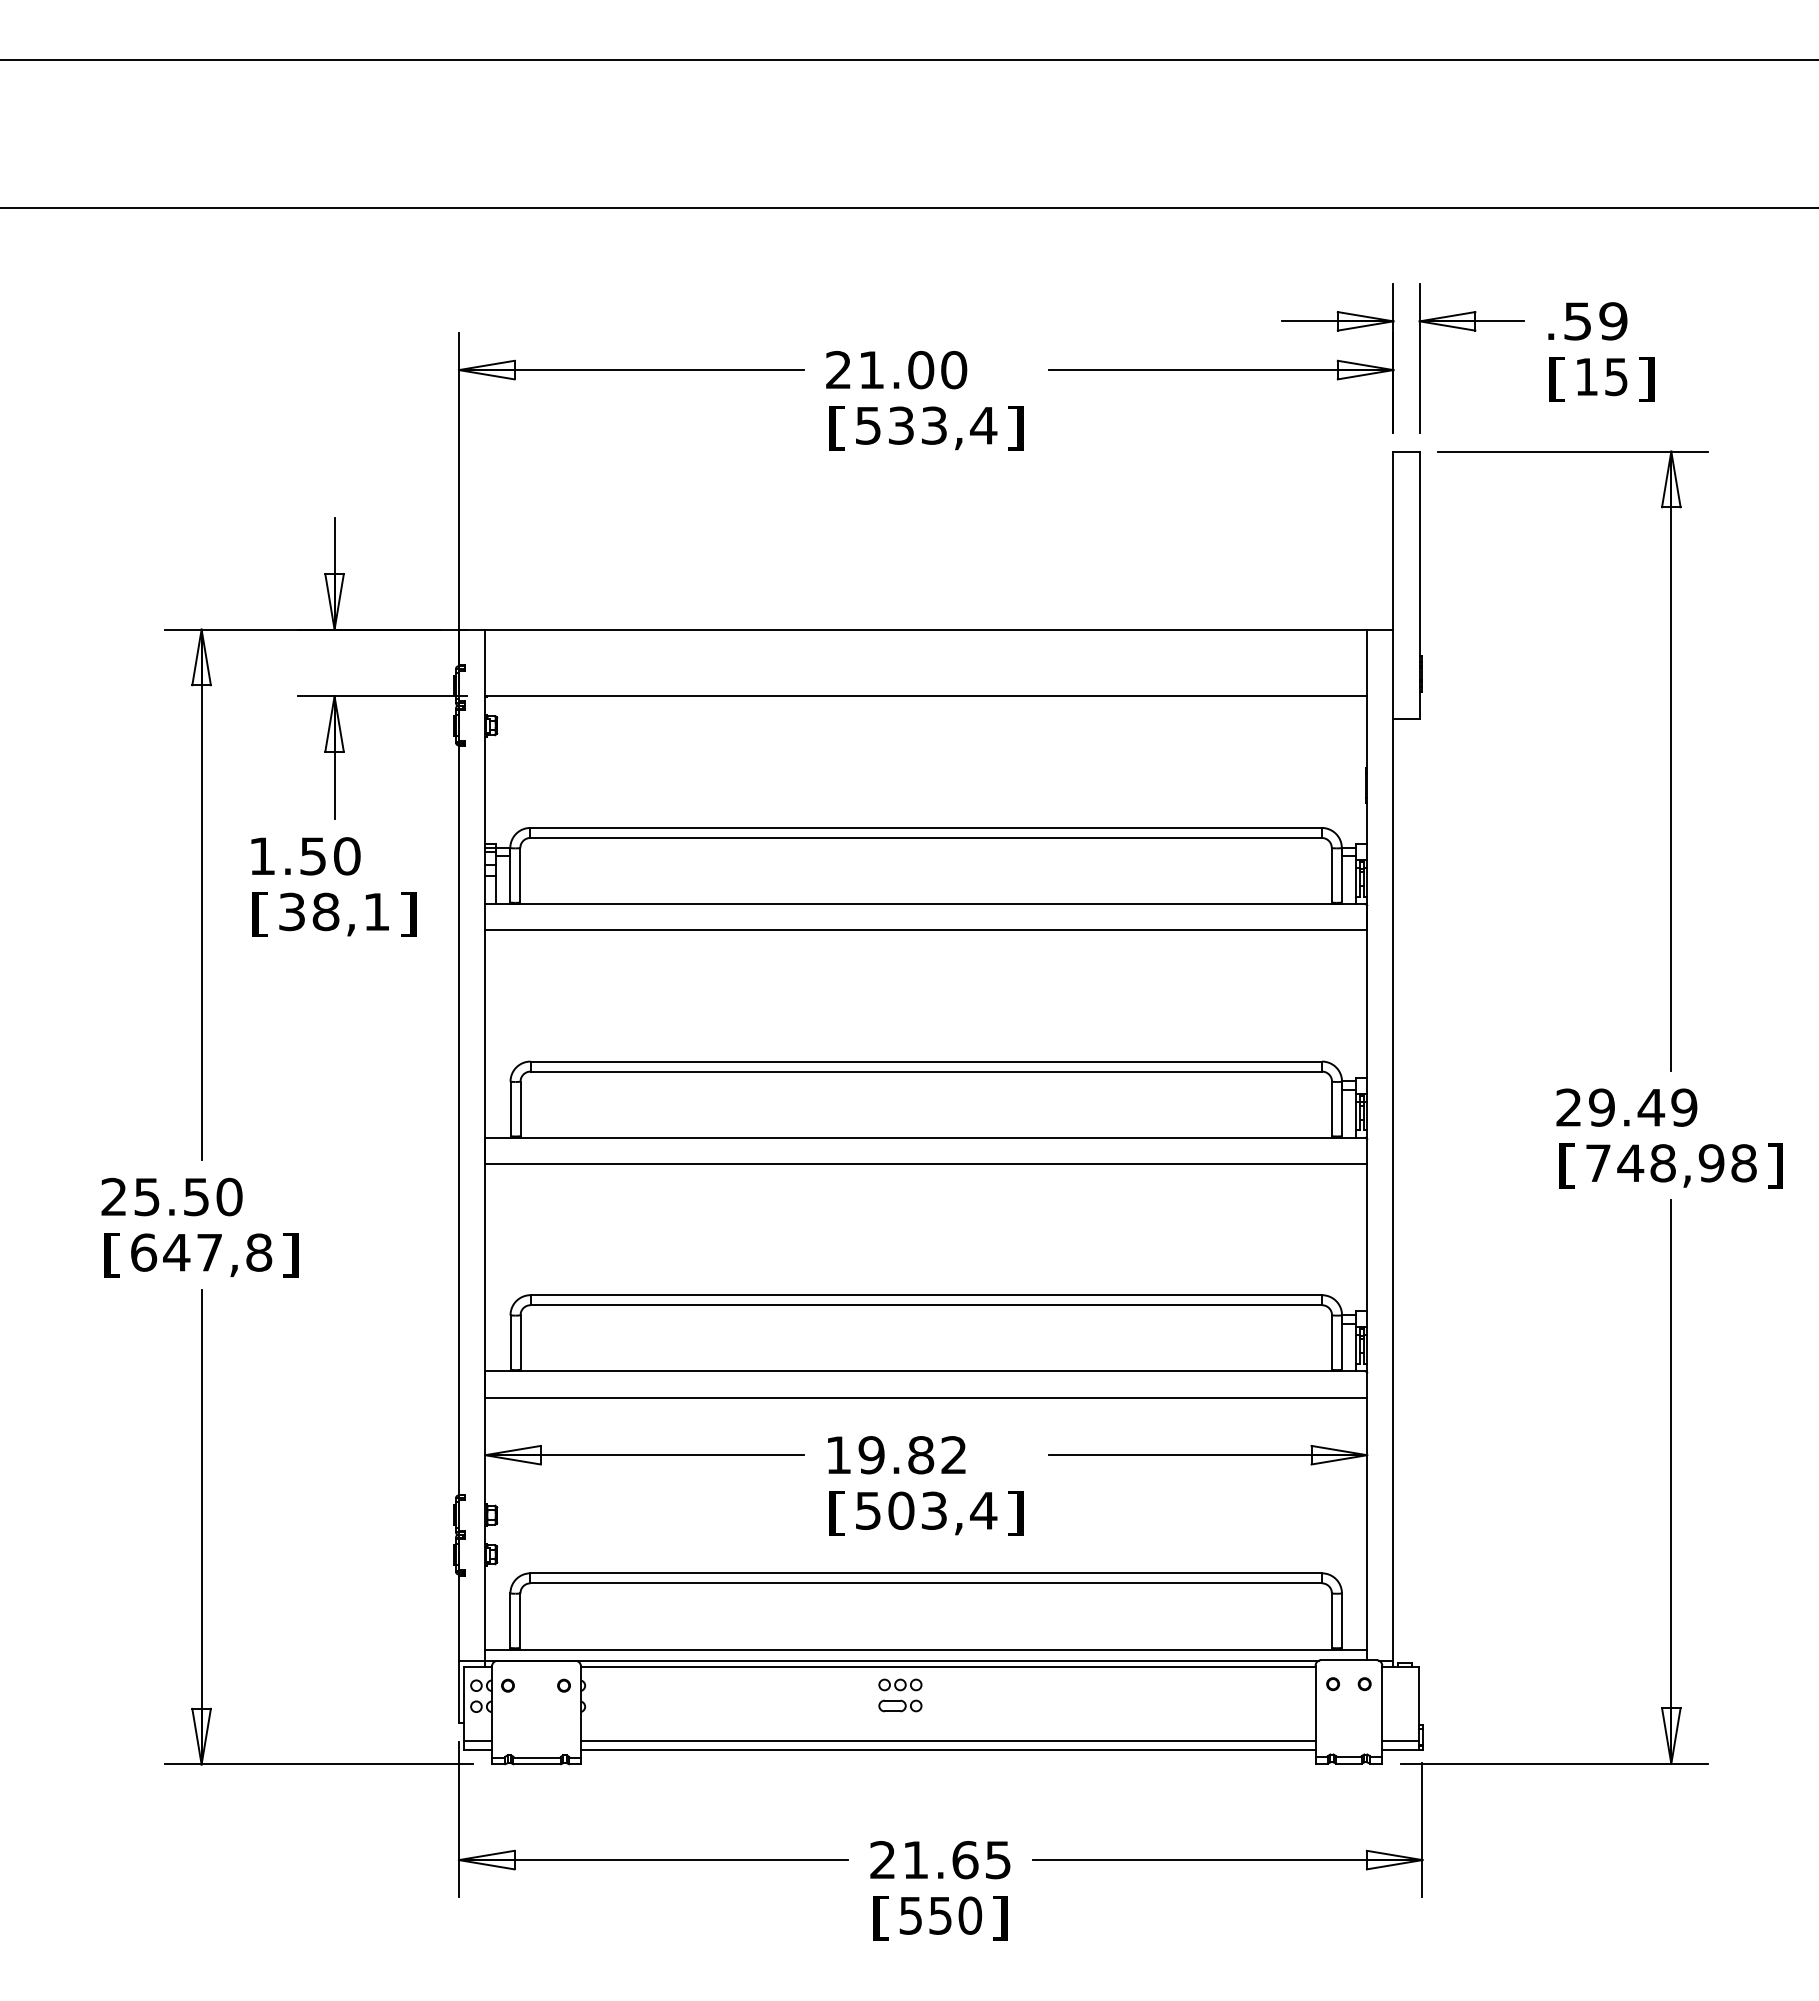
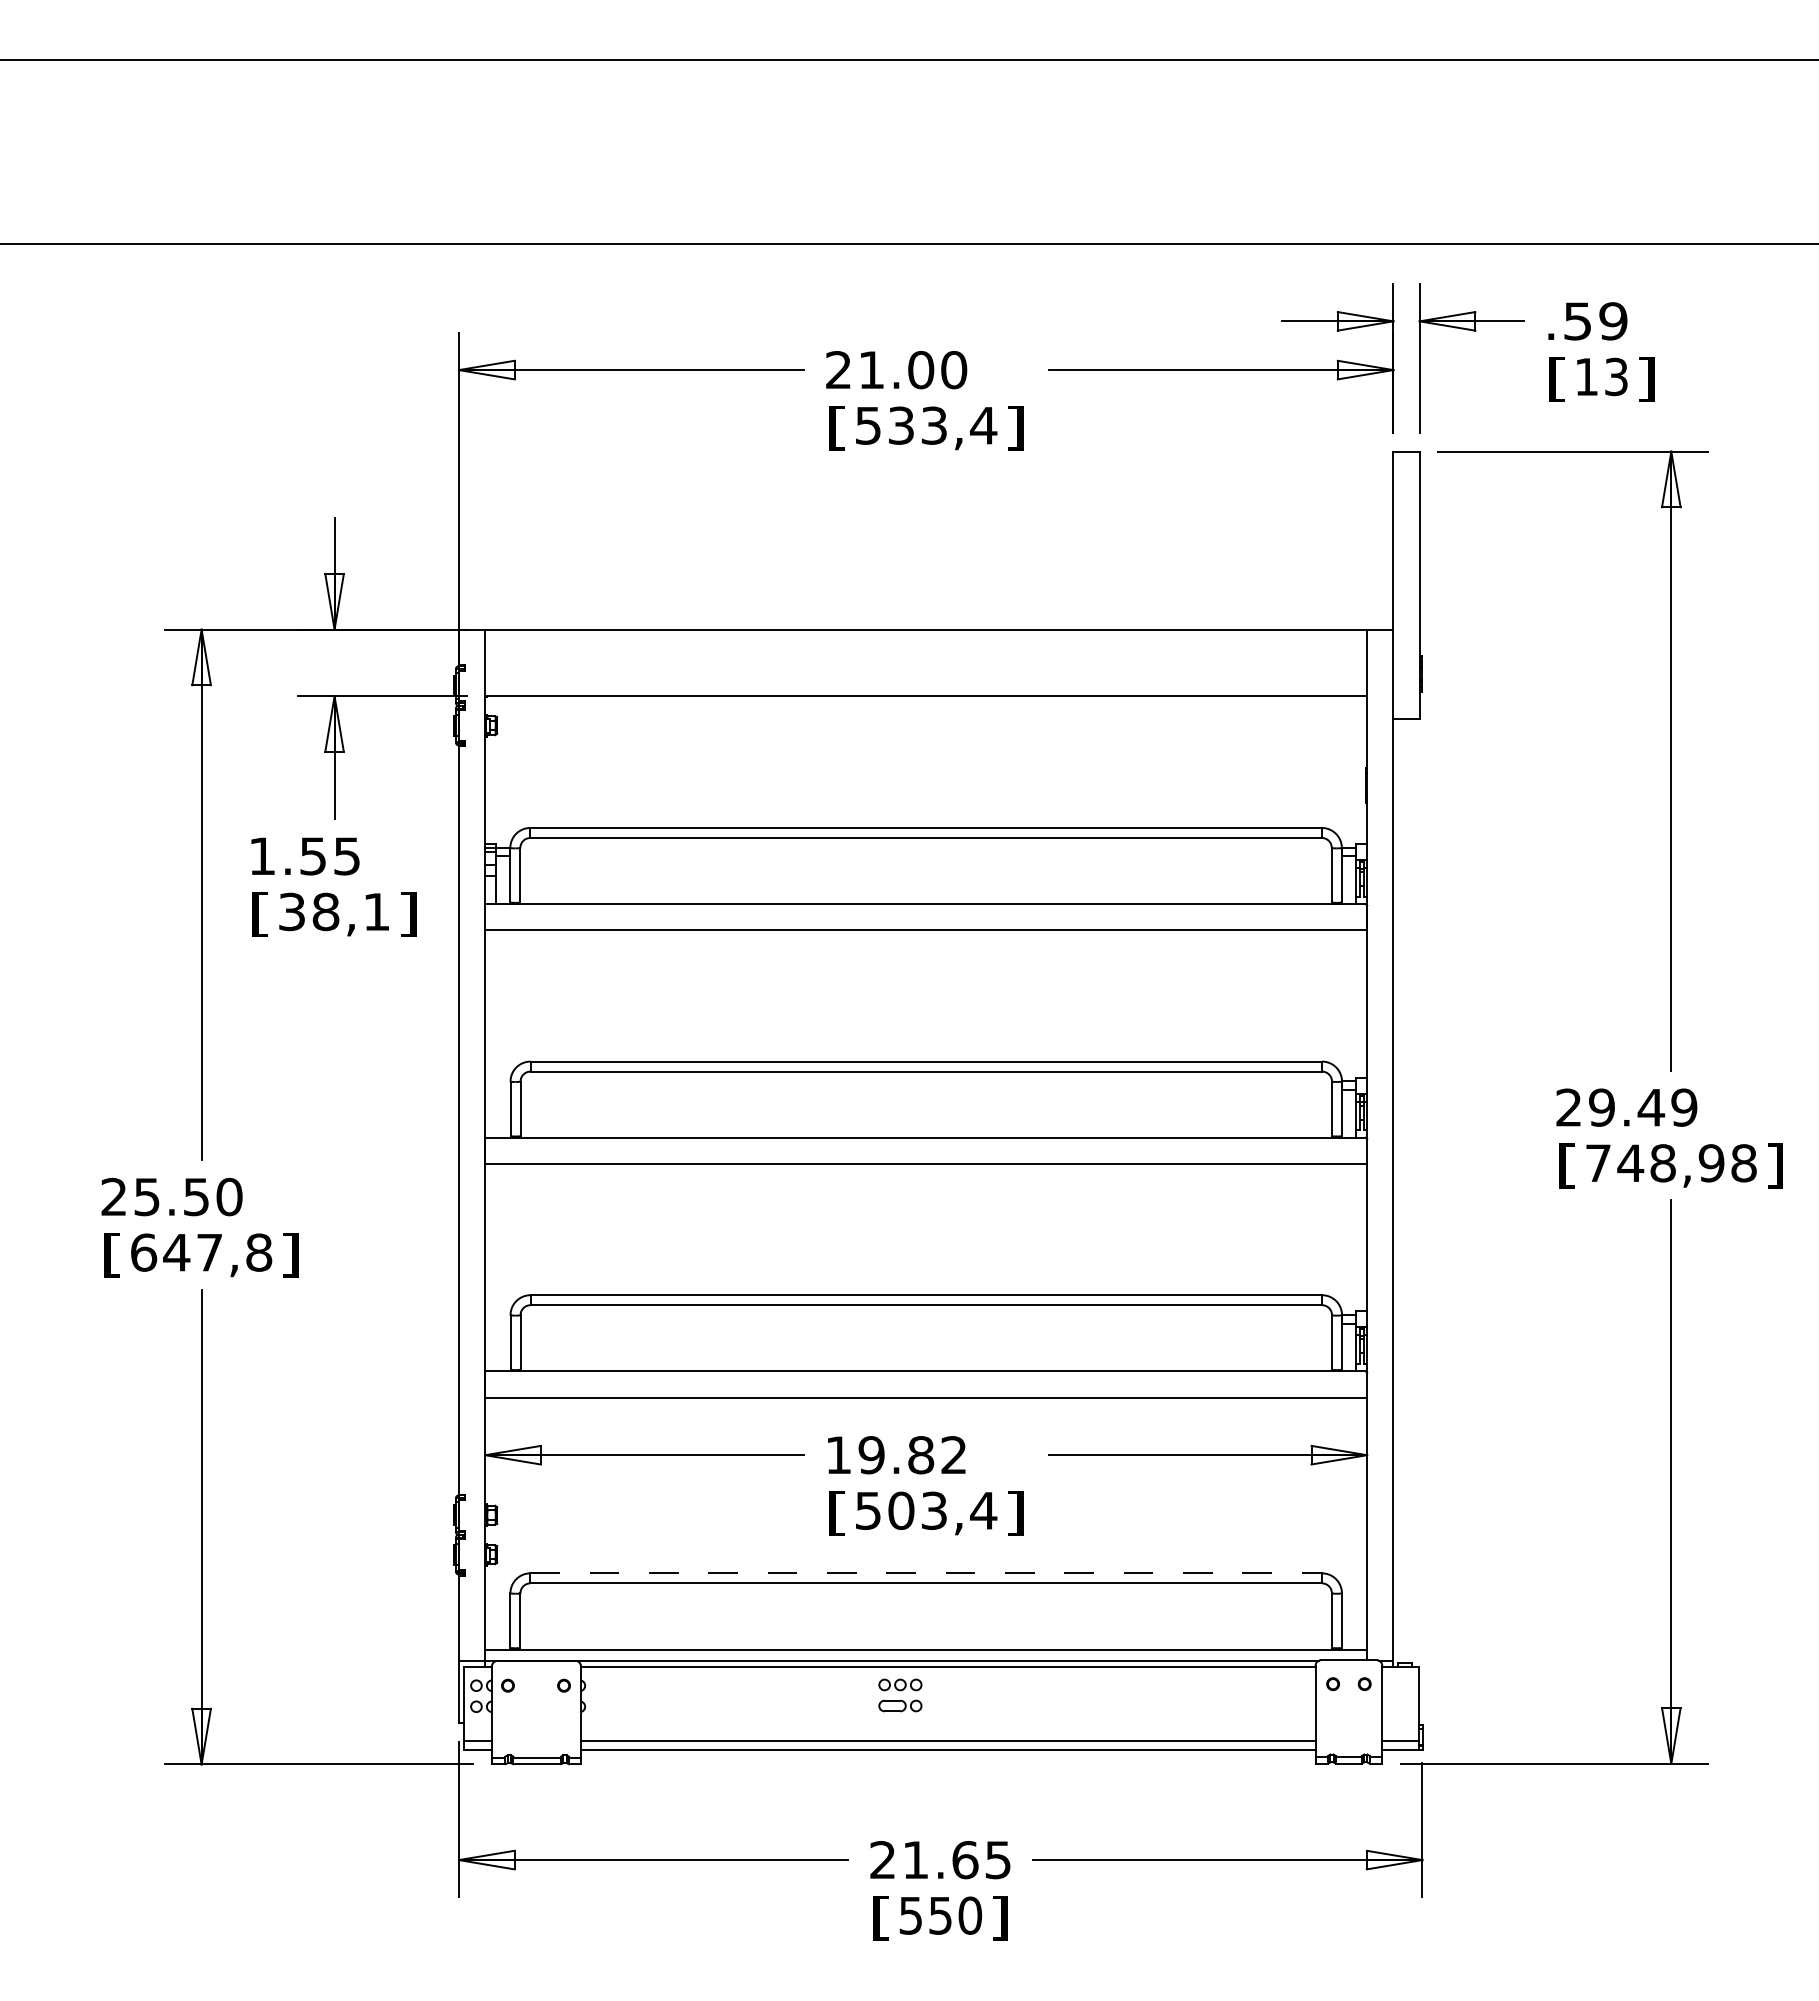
line at (908, 208) position: (908, 208) -> (908, 244)
text at (1616, 376): 15 -> 13
text at (346, 856): 1.50 -> 1.55
line at (926, 1573): solid -> dashed
